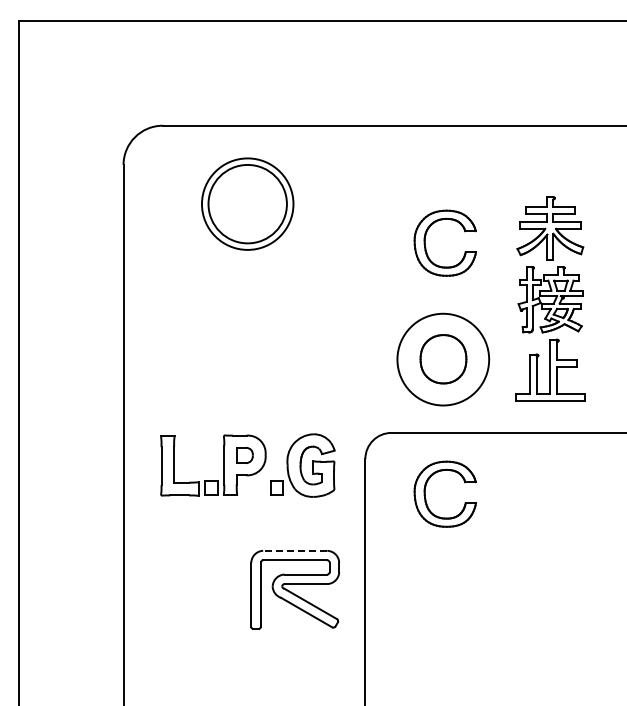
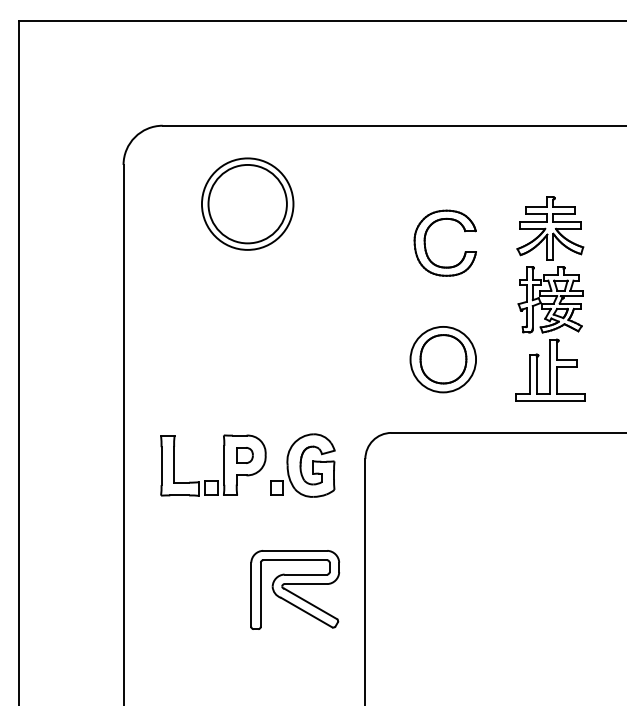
circle at (443, 359) diameter: 92 px -> 66 px
part at (426, 498): present -> none
line at (294, 550): dashed -> solid
